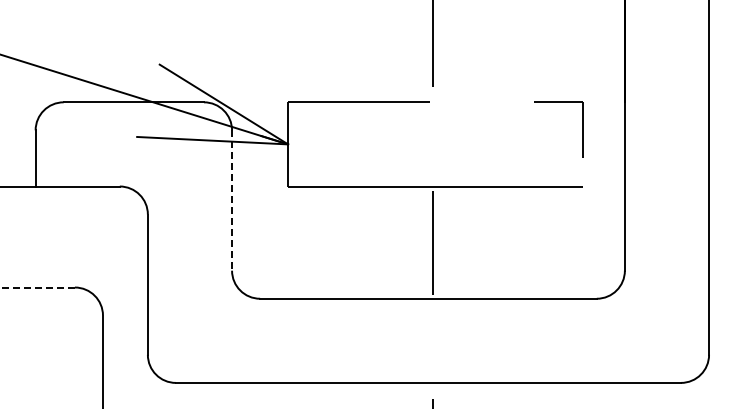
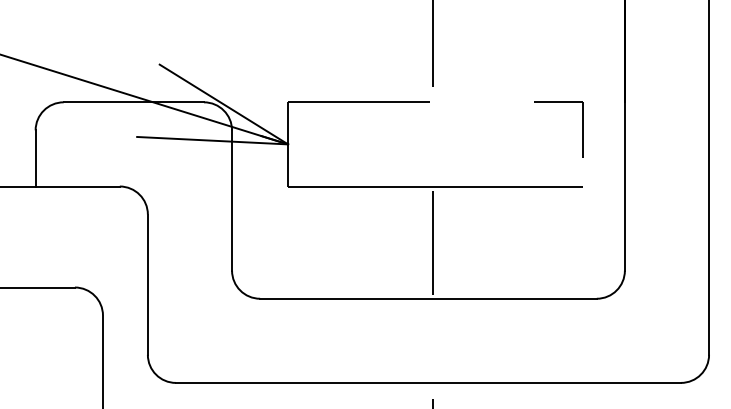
line at (232, 201): dashed -> solid
line at (37, 287): dashed -> solid
